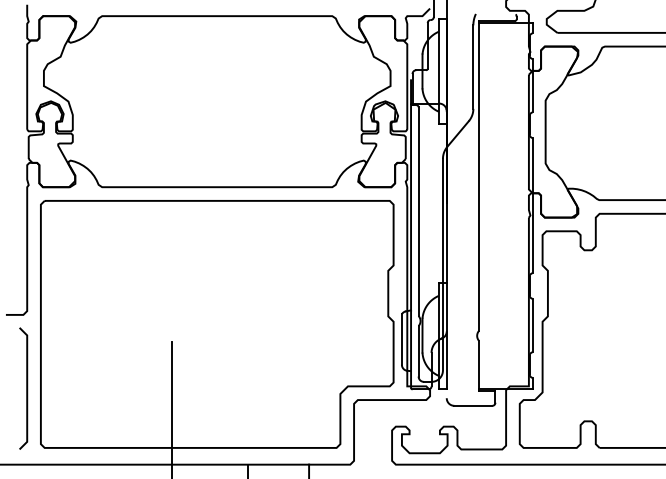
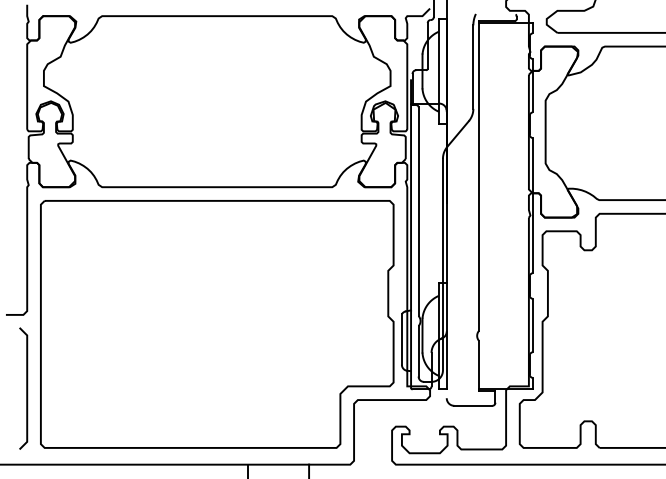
line at (172, 408): present -> none
